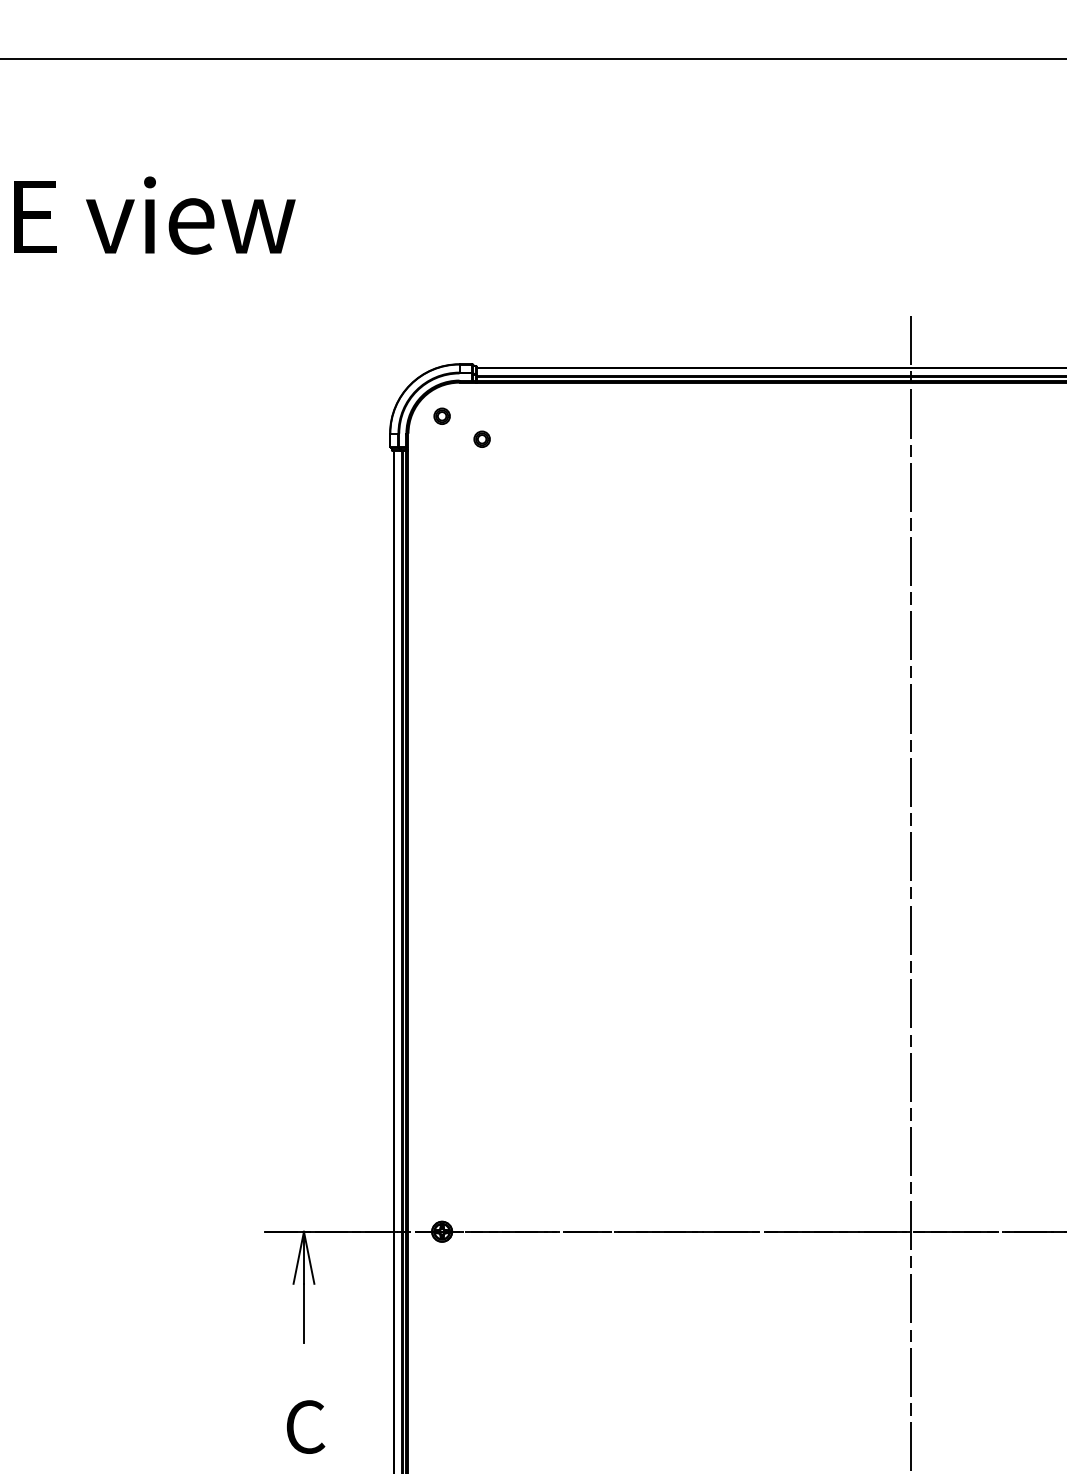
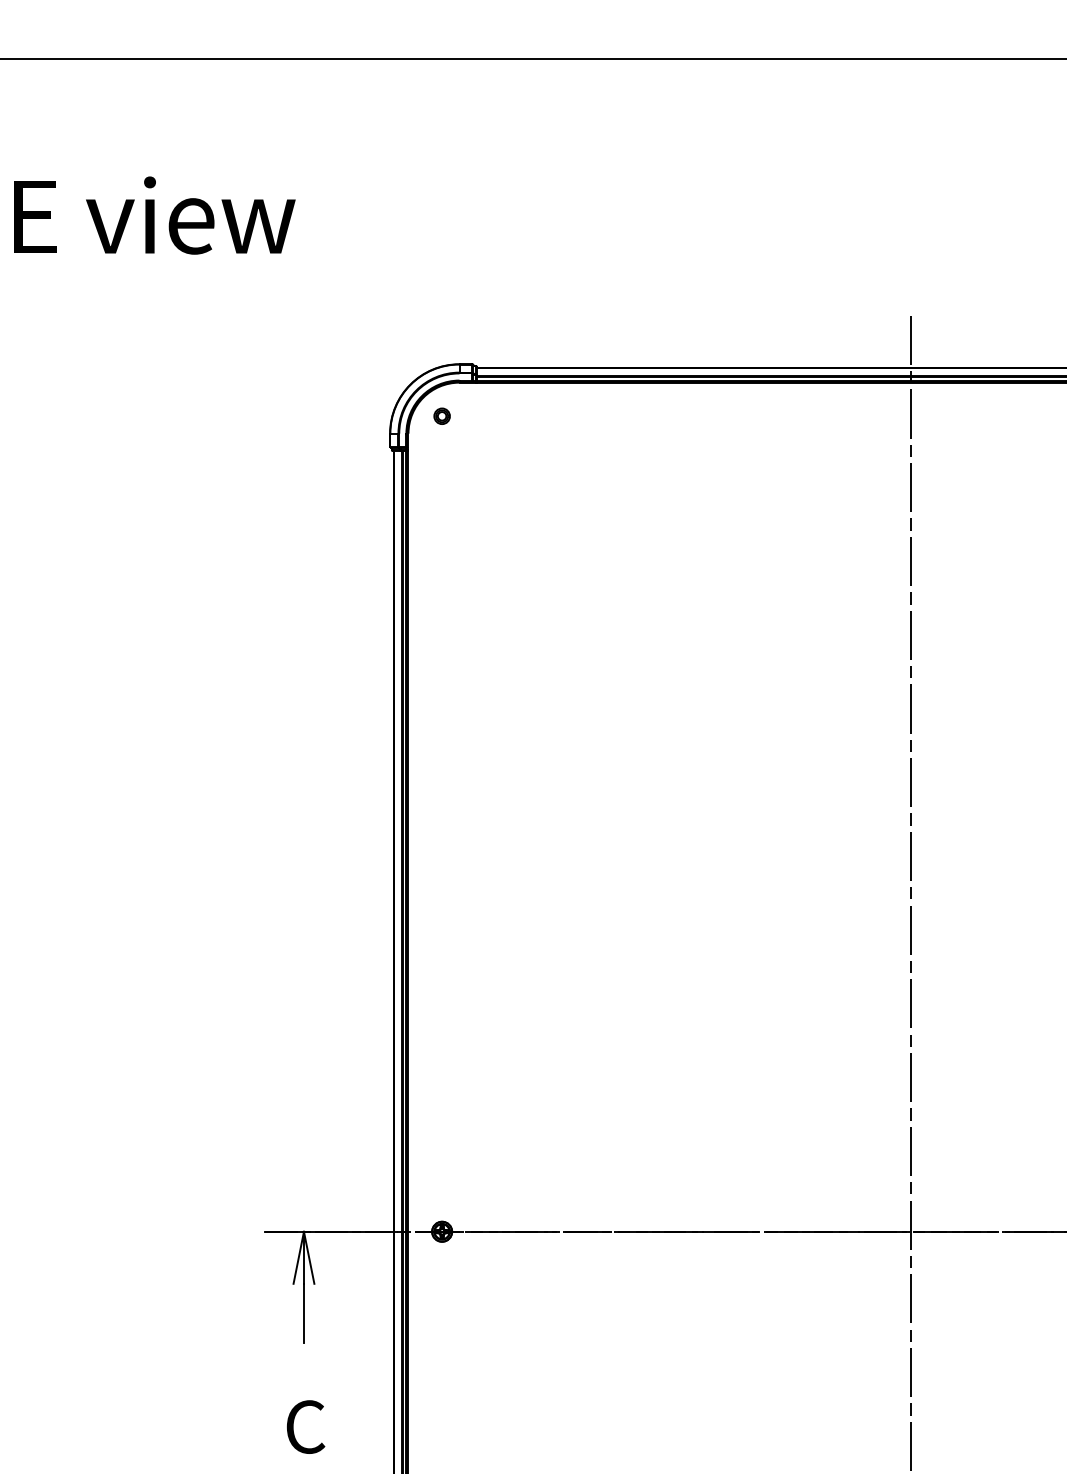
part at (481, 438): present -> none
